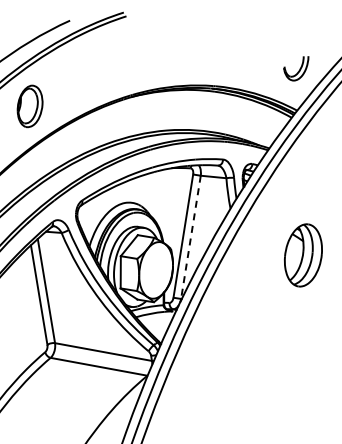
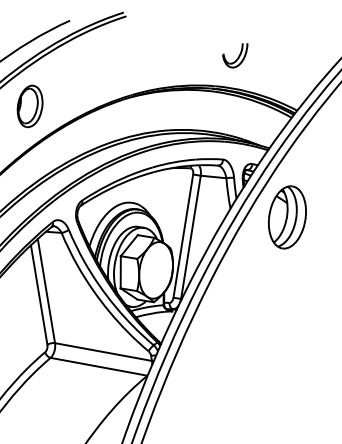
part at (296, 68) position: (296, 68) -> (235, 55)
line at (190, 237): dashed -> solid
part at (303, 255) position: (303, 255) -> (287, 217)
